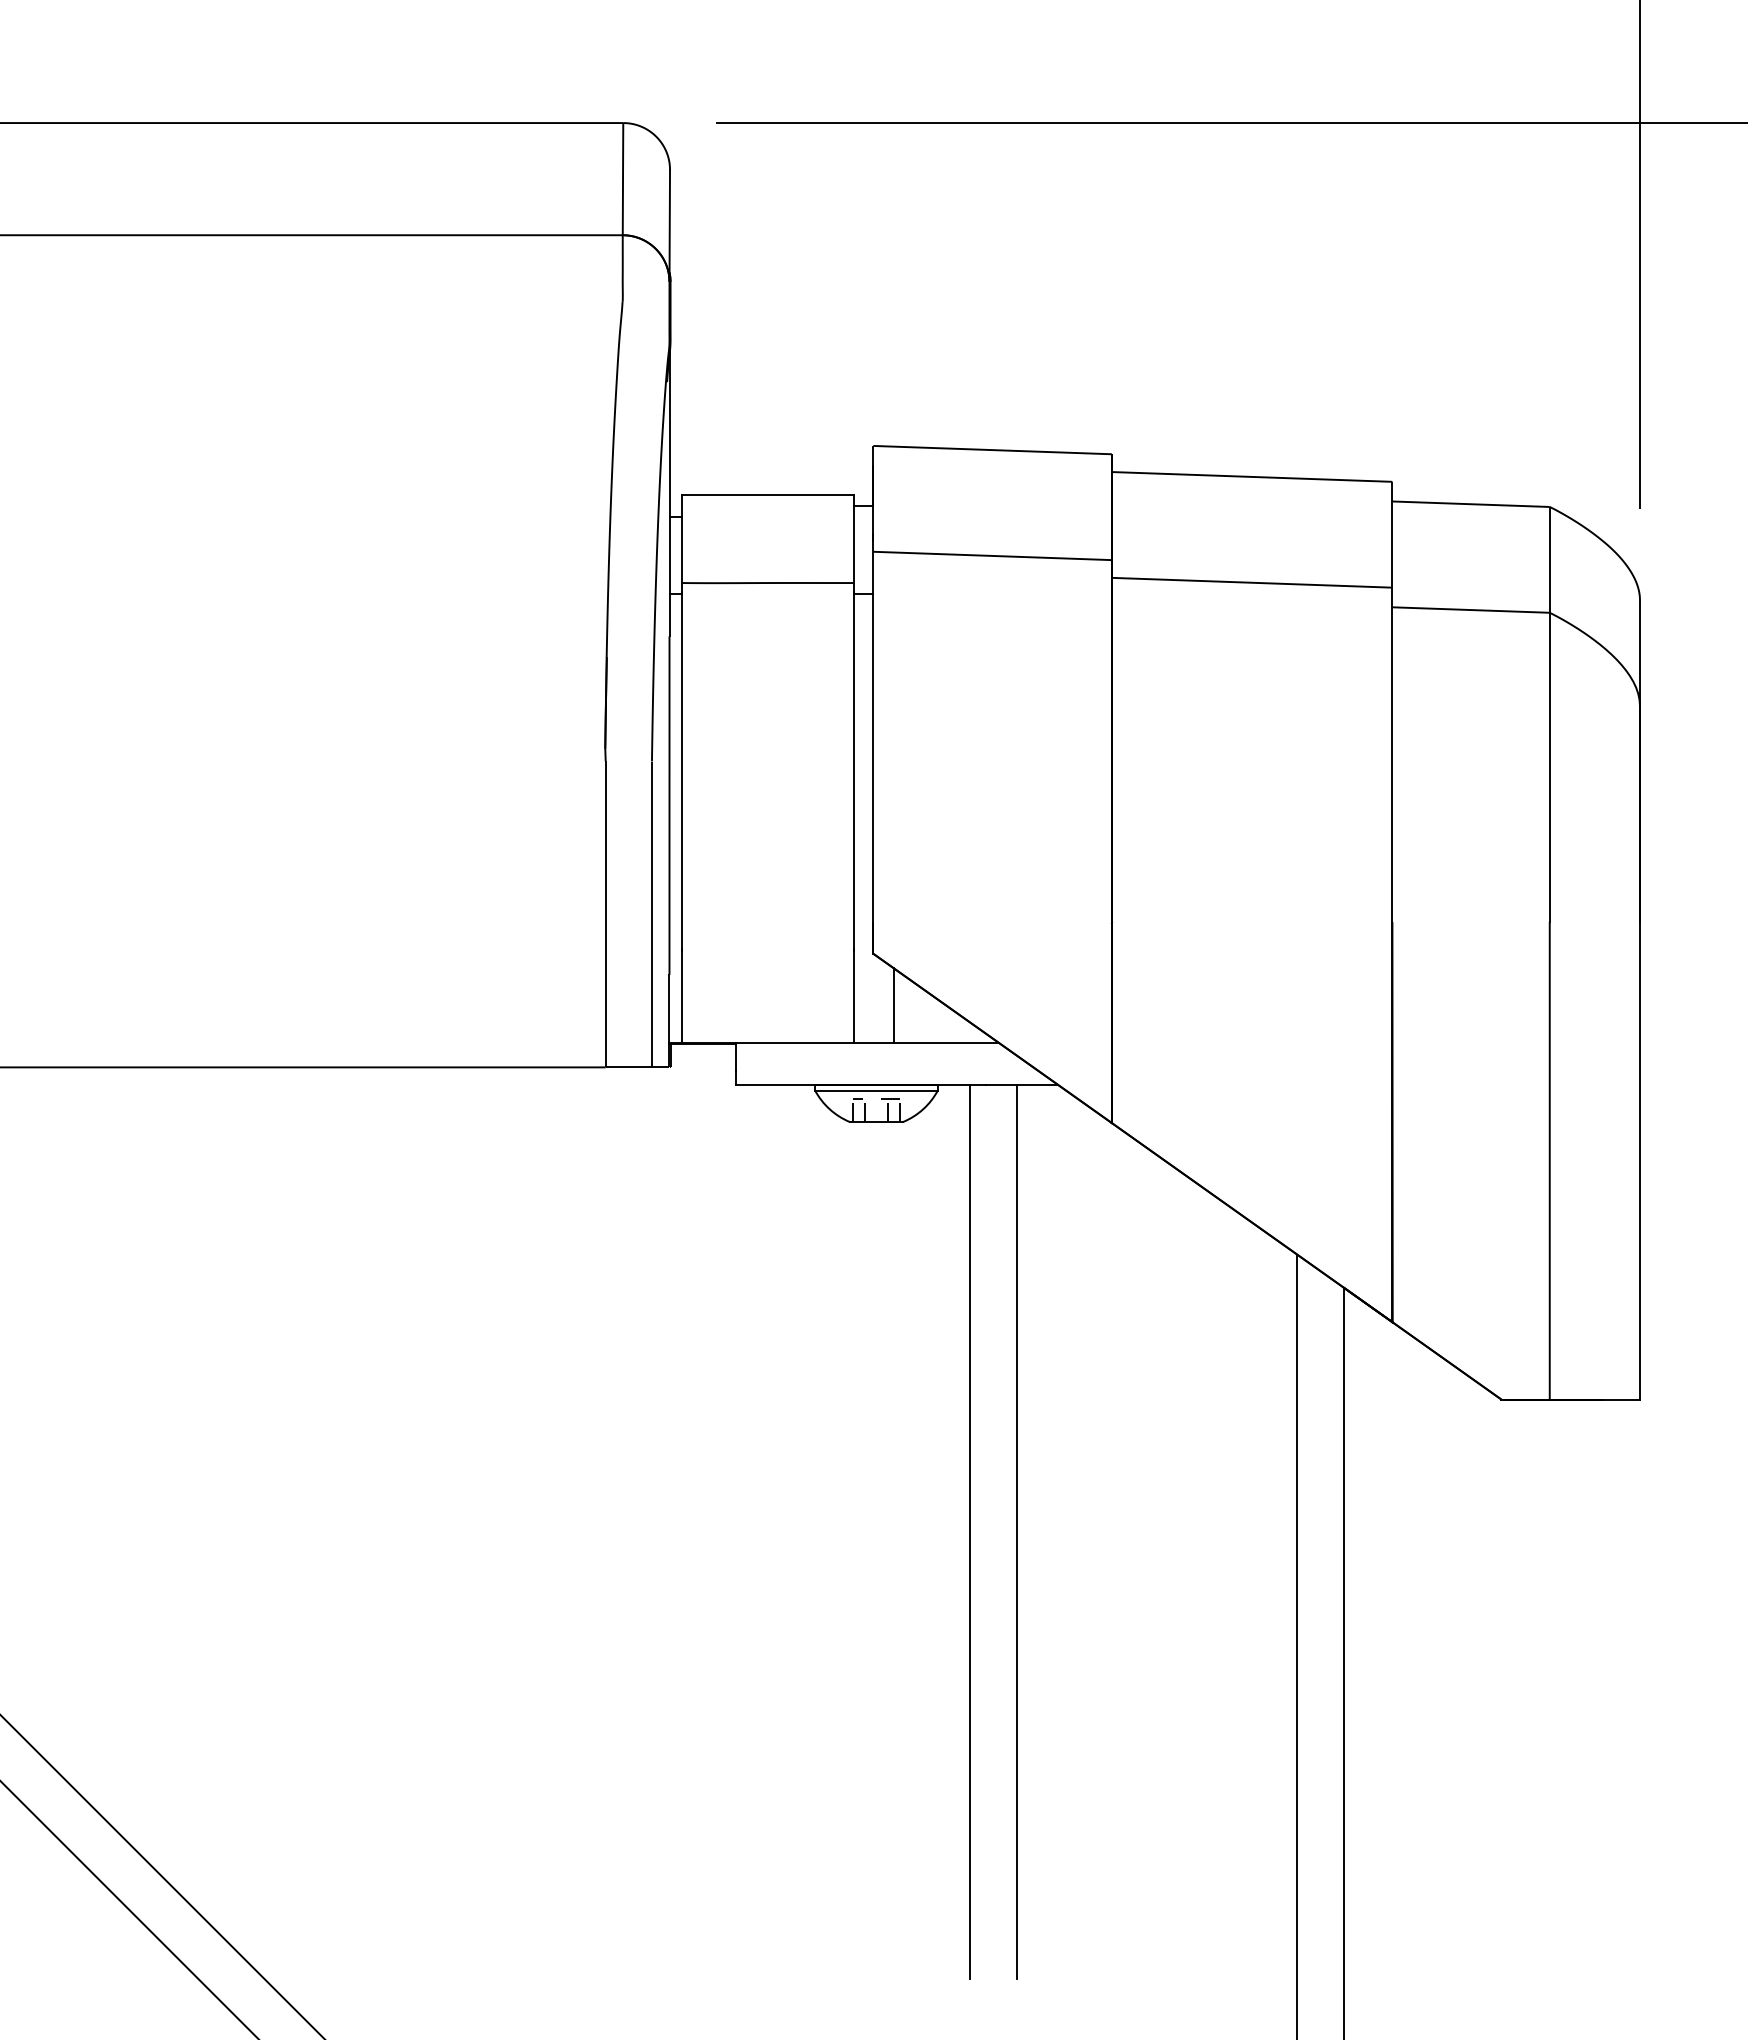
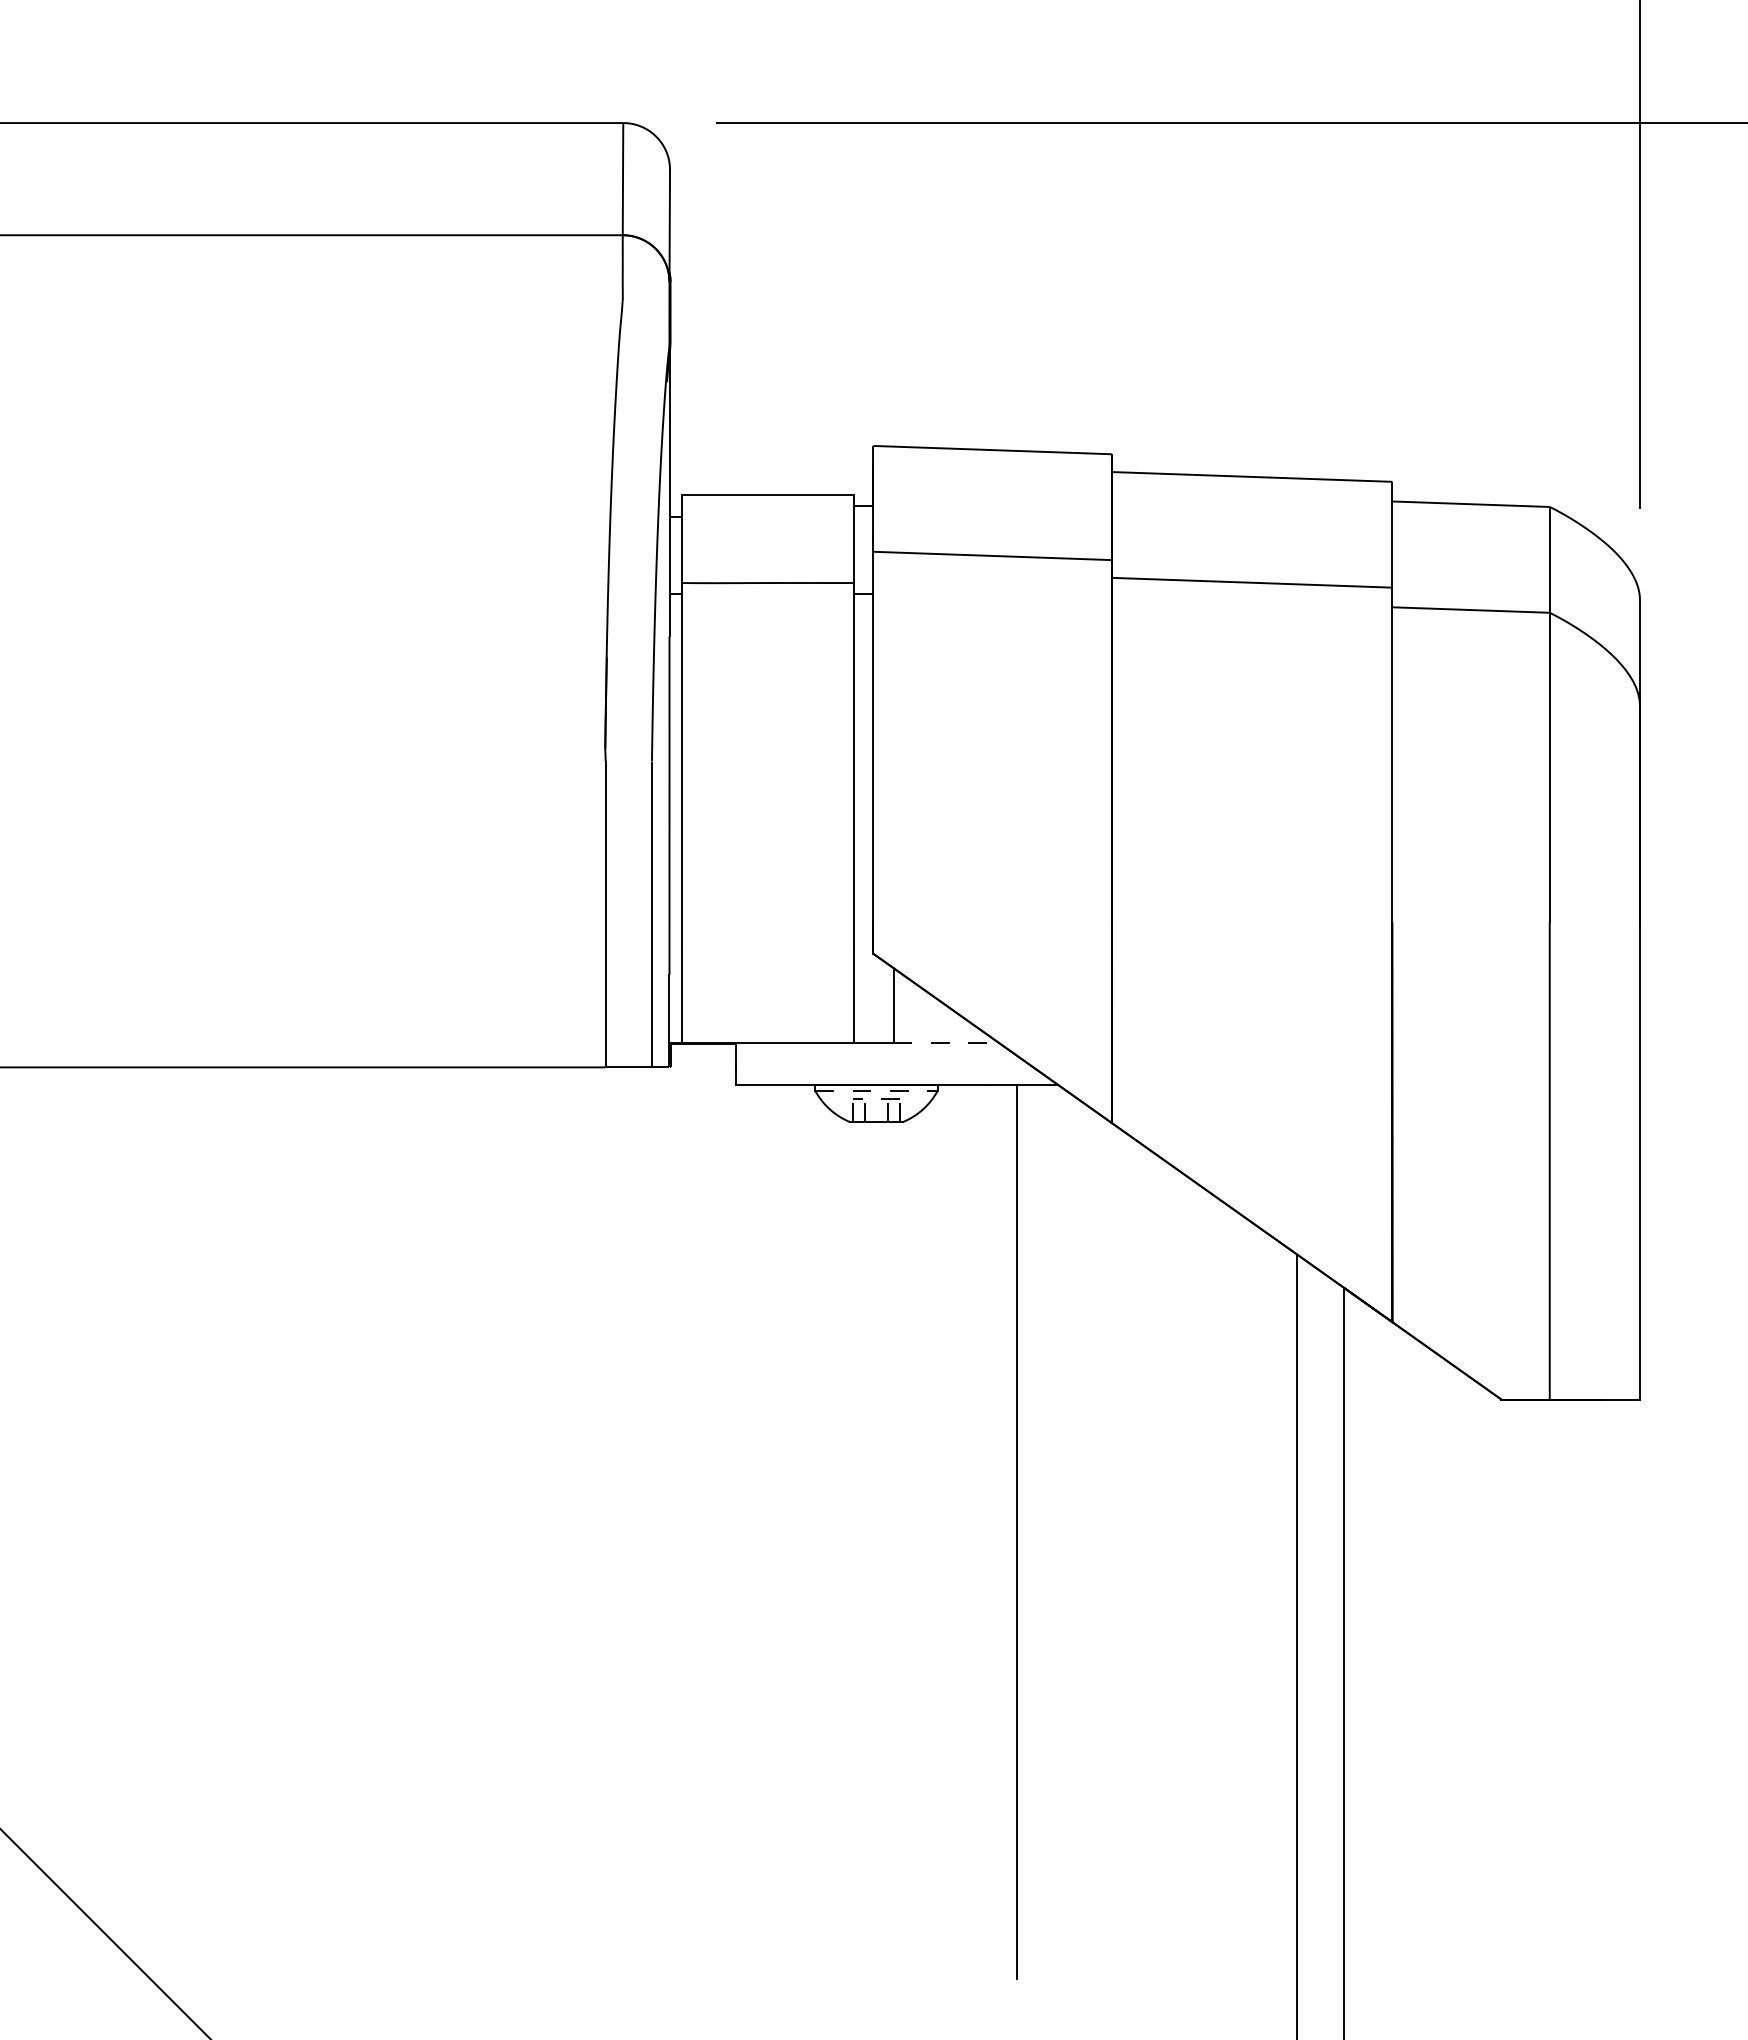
line at (946, 1042): solid -> dashed
line at (876, 1090): solid -> dashed
line at (969, 1531): present -> none
line at (161, 1876): present -> none
line at (129, 1909) position: (129, 1909) -> (105, 1933)
